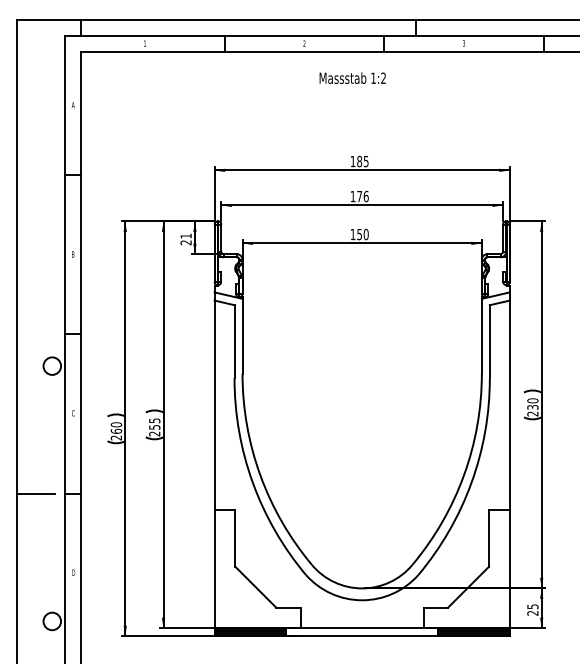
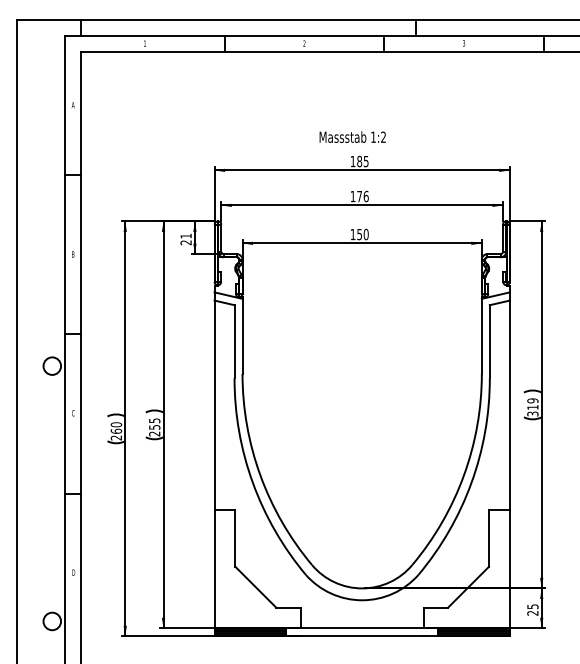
text at (352, 77) position: (352, 77) -> (352, 136)
text at (532, 407): 230 -> 319
line at (36, 493): present -> none
